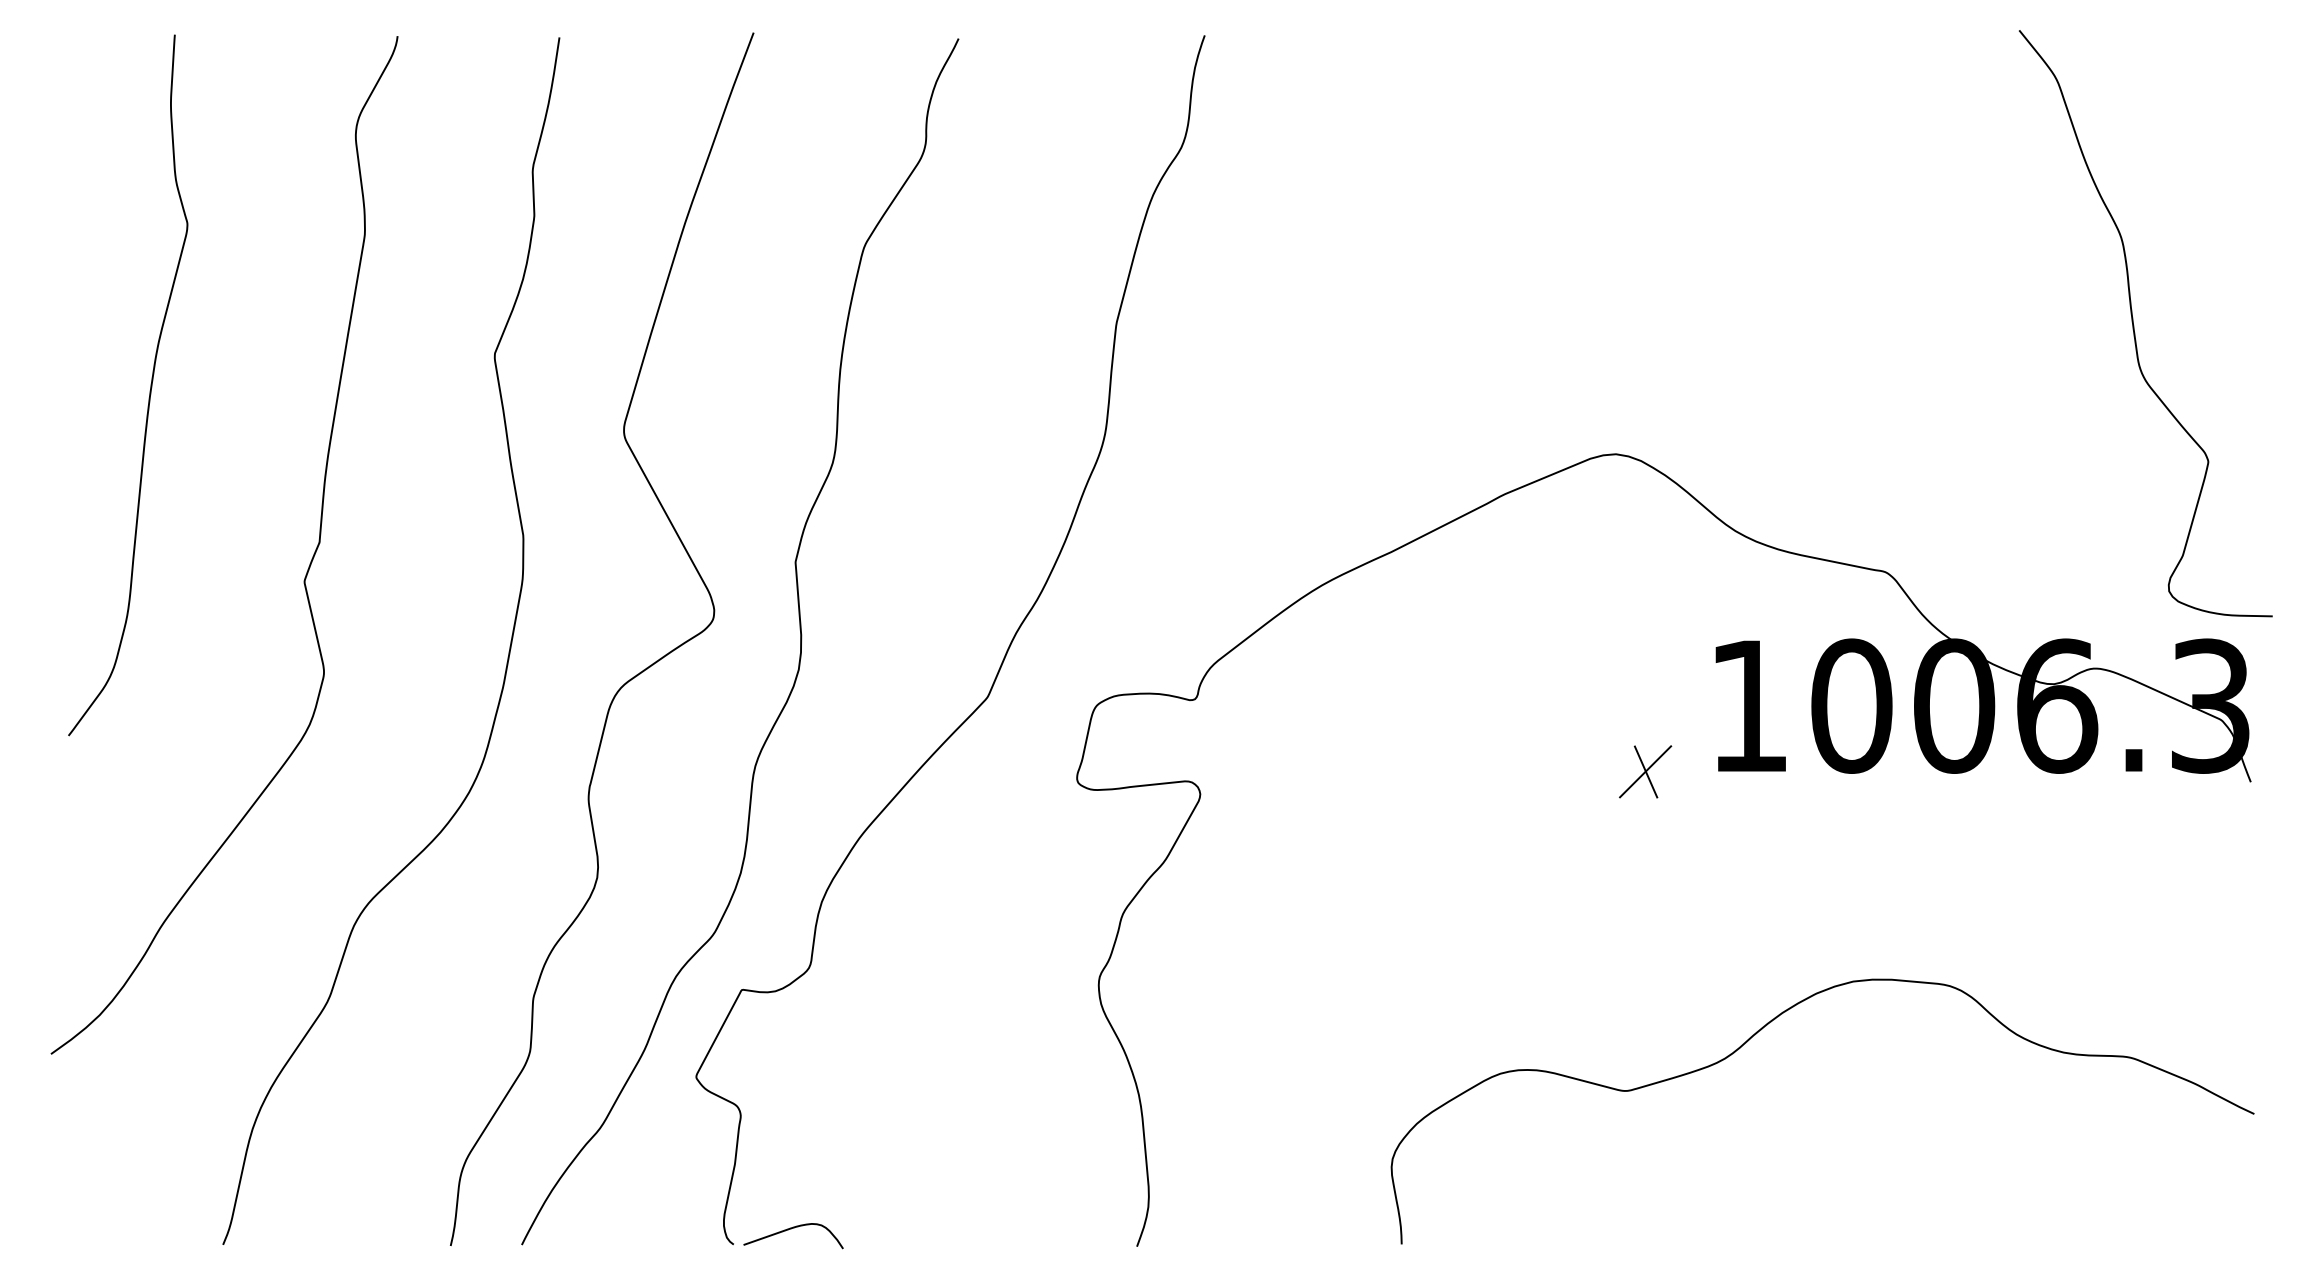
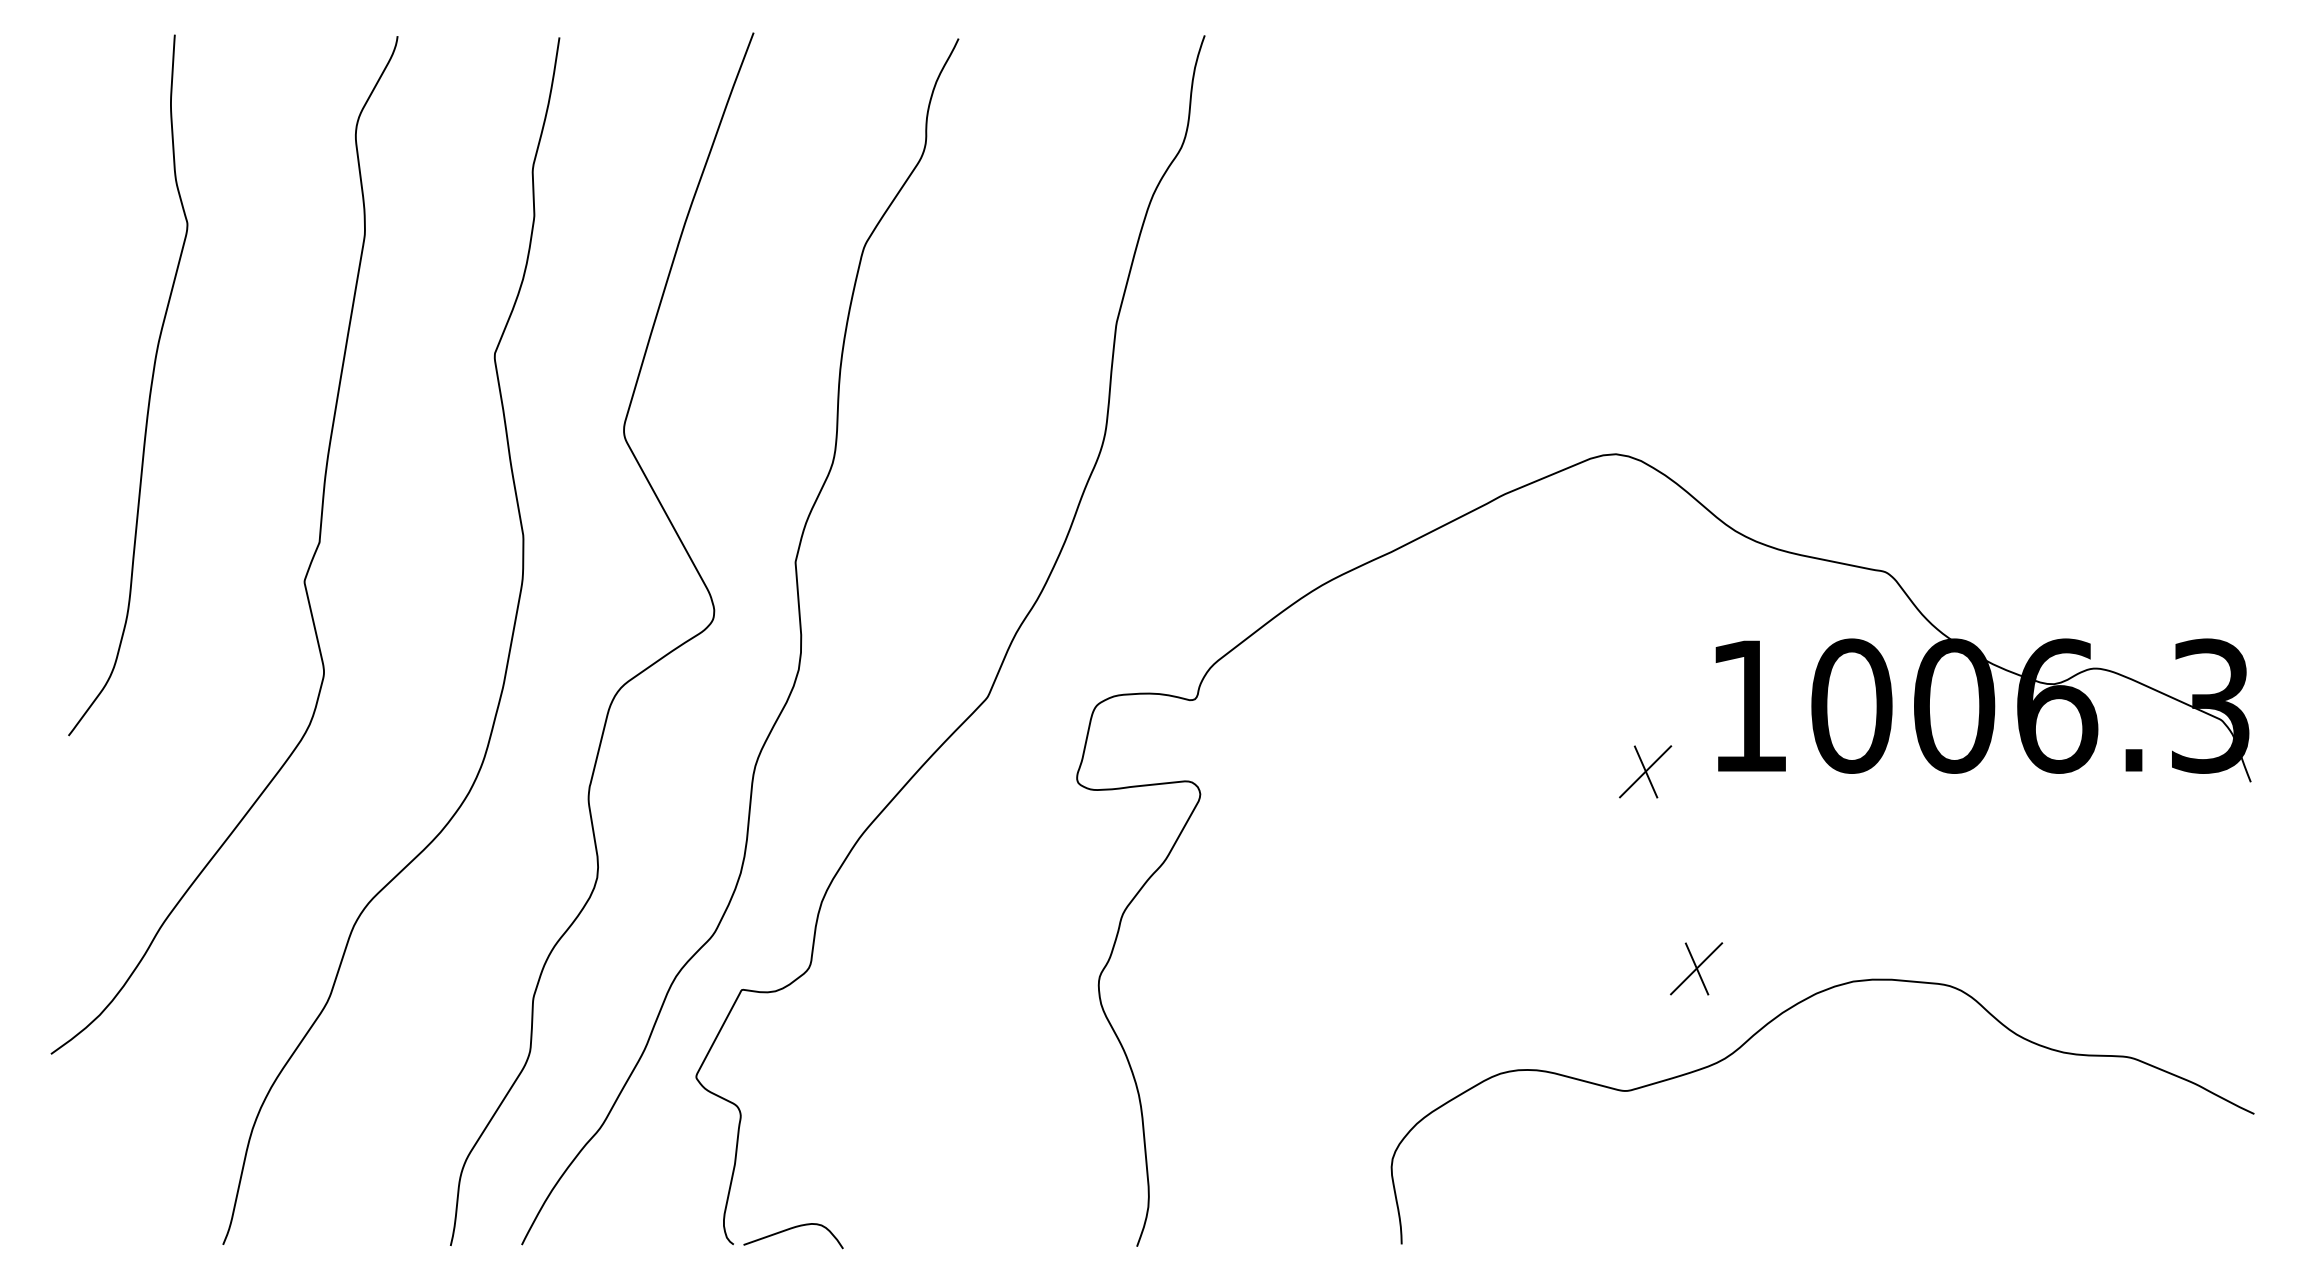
curve at (2134, 325): present -> none
part at (1696, 968): none -> present
